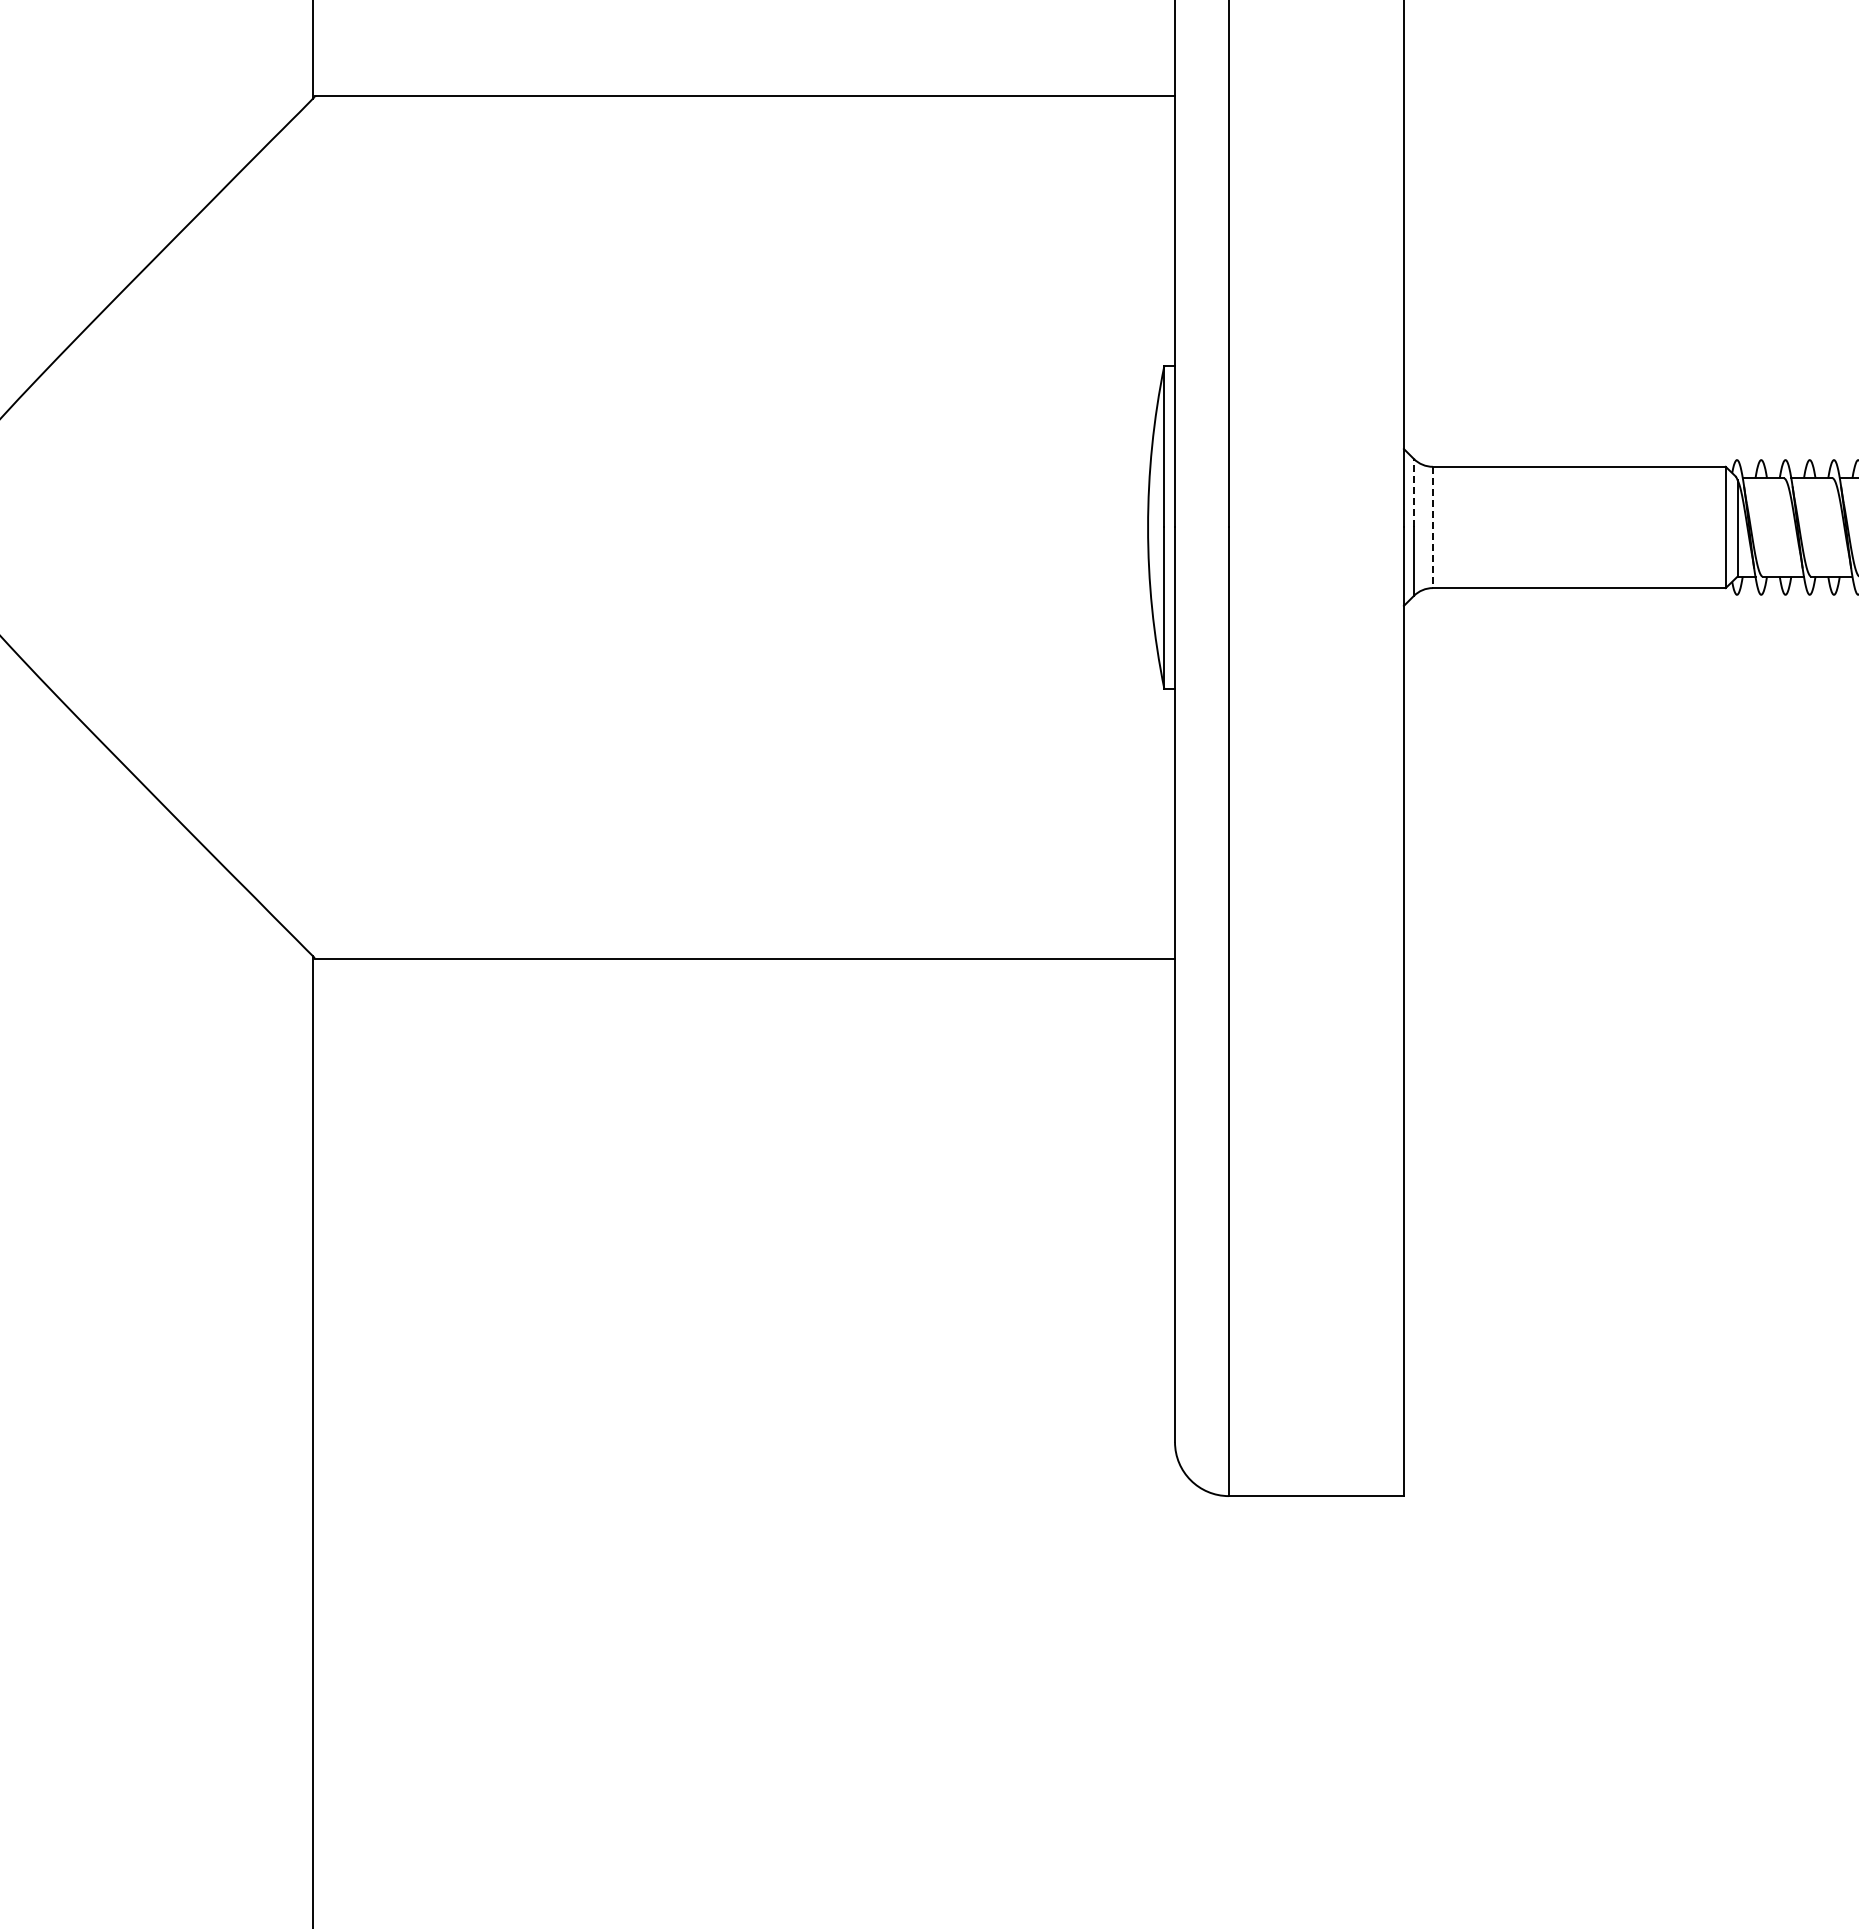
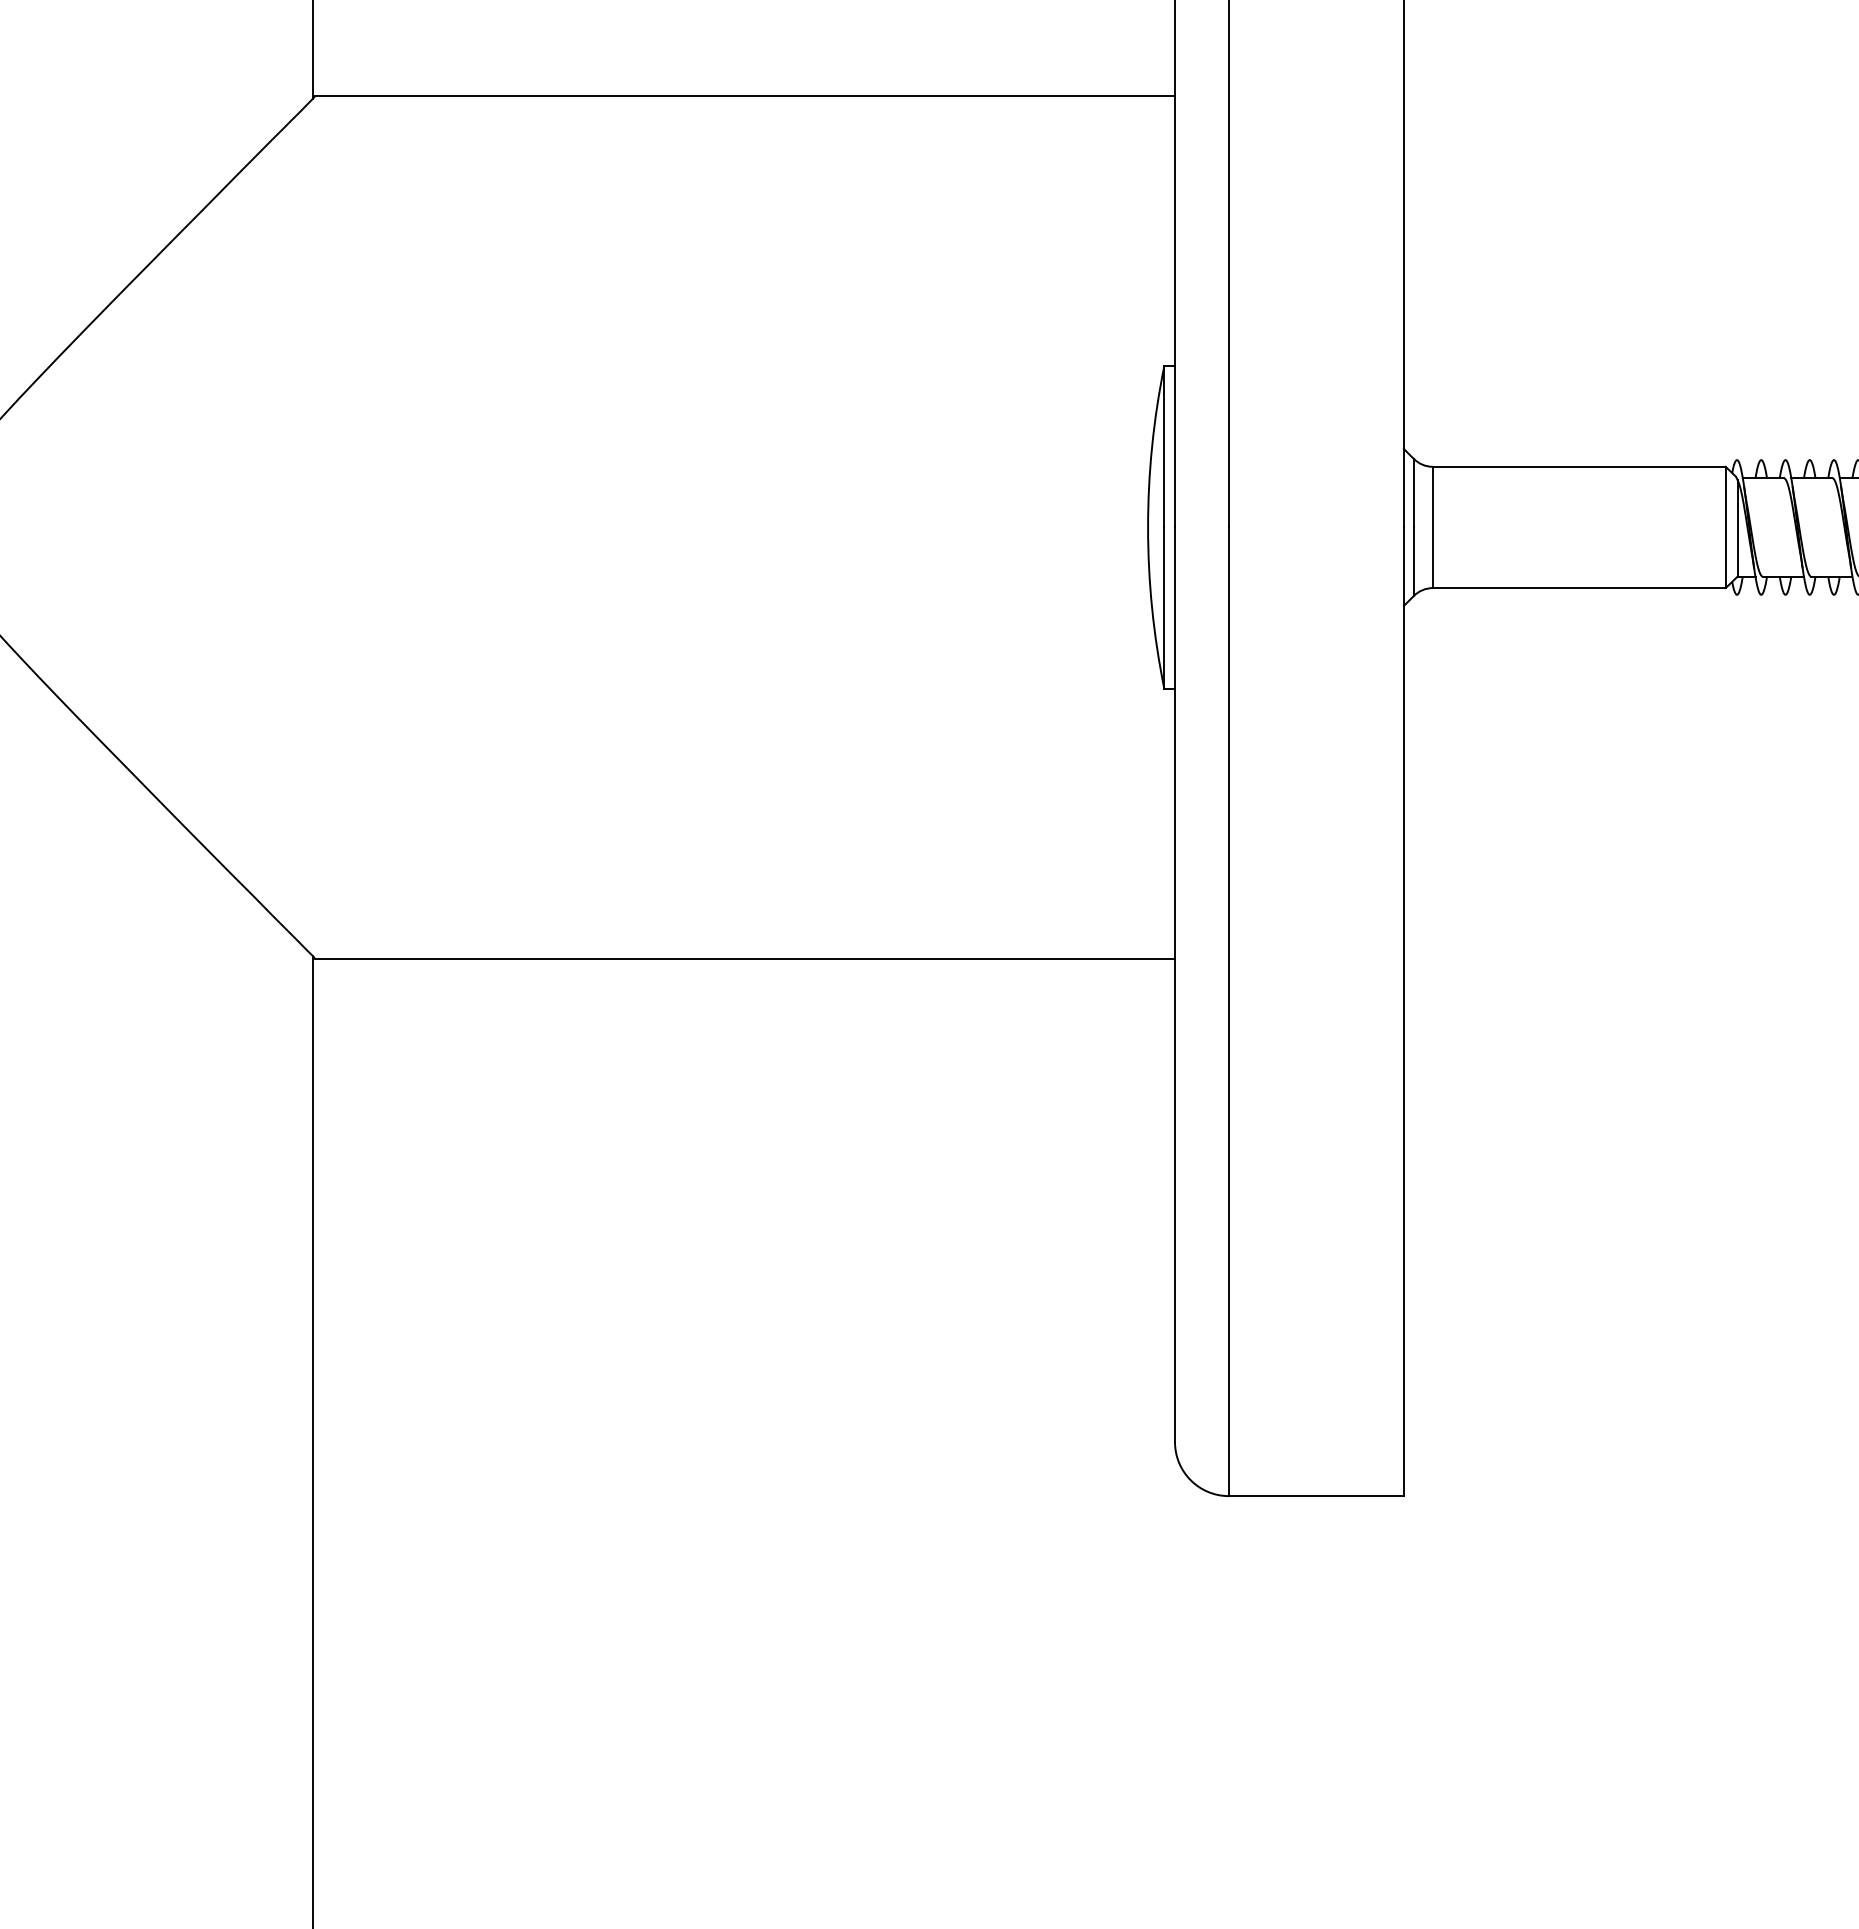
line at (1413, 492): dashed -> solid
line at (1432, 527): dashed -> solid
